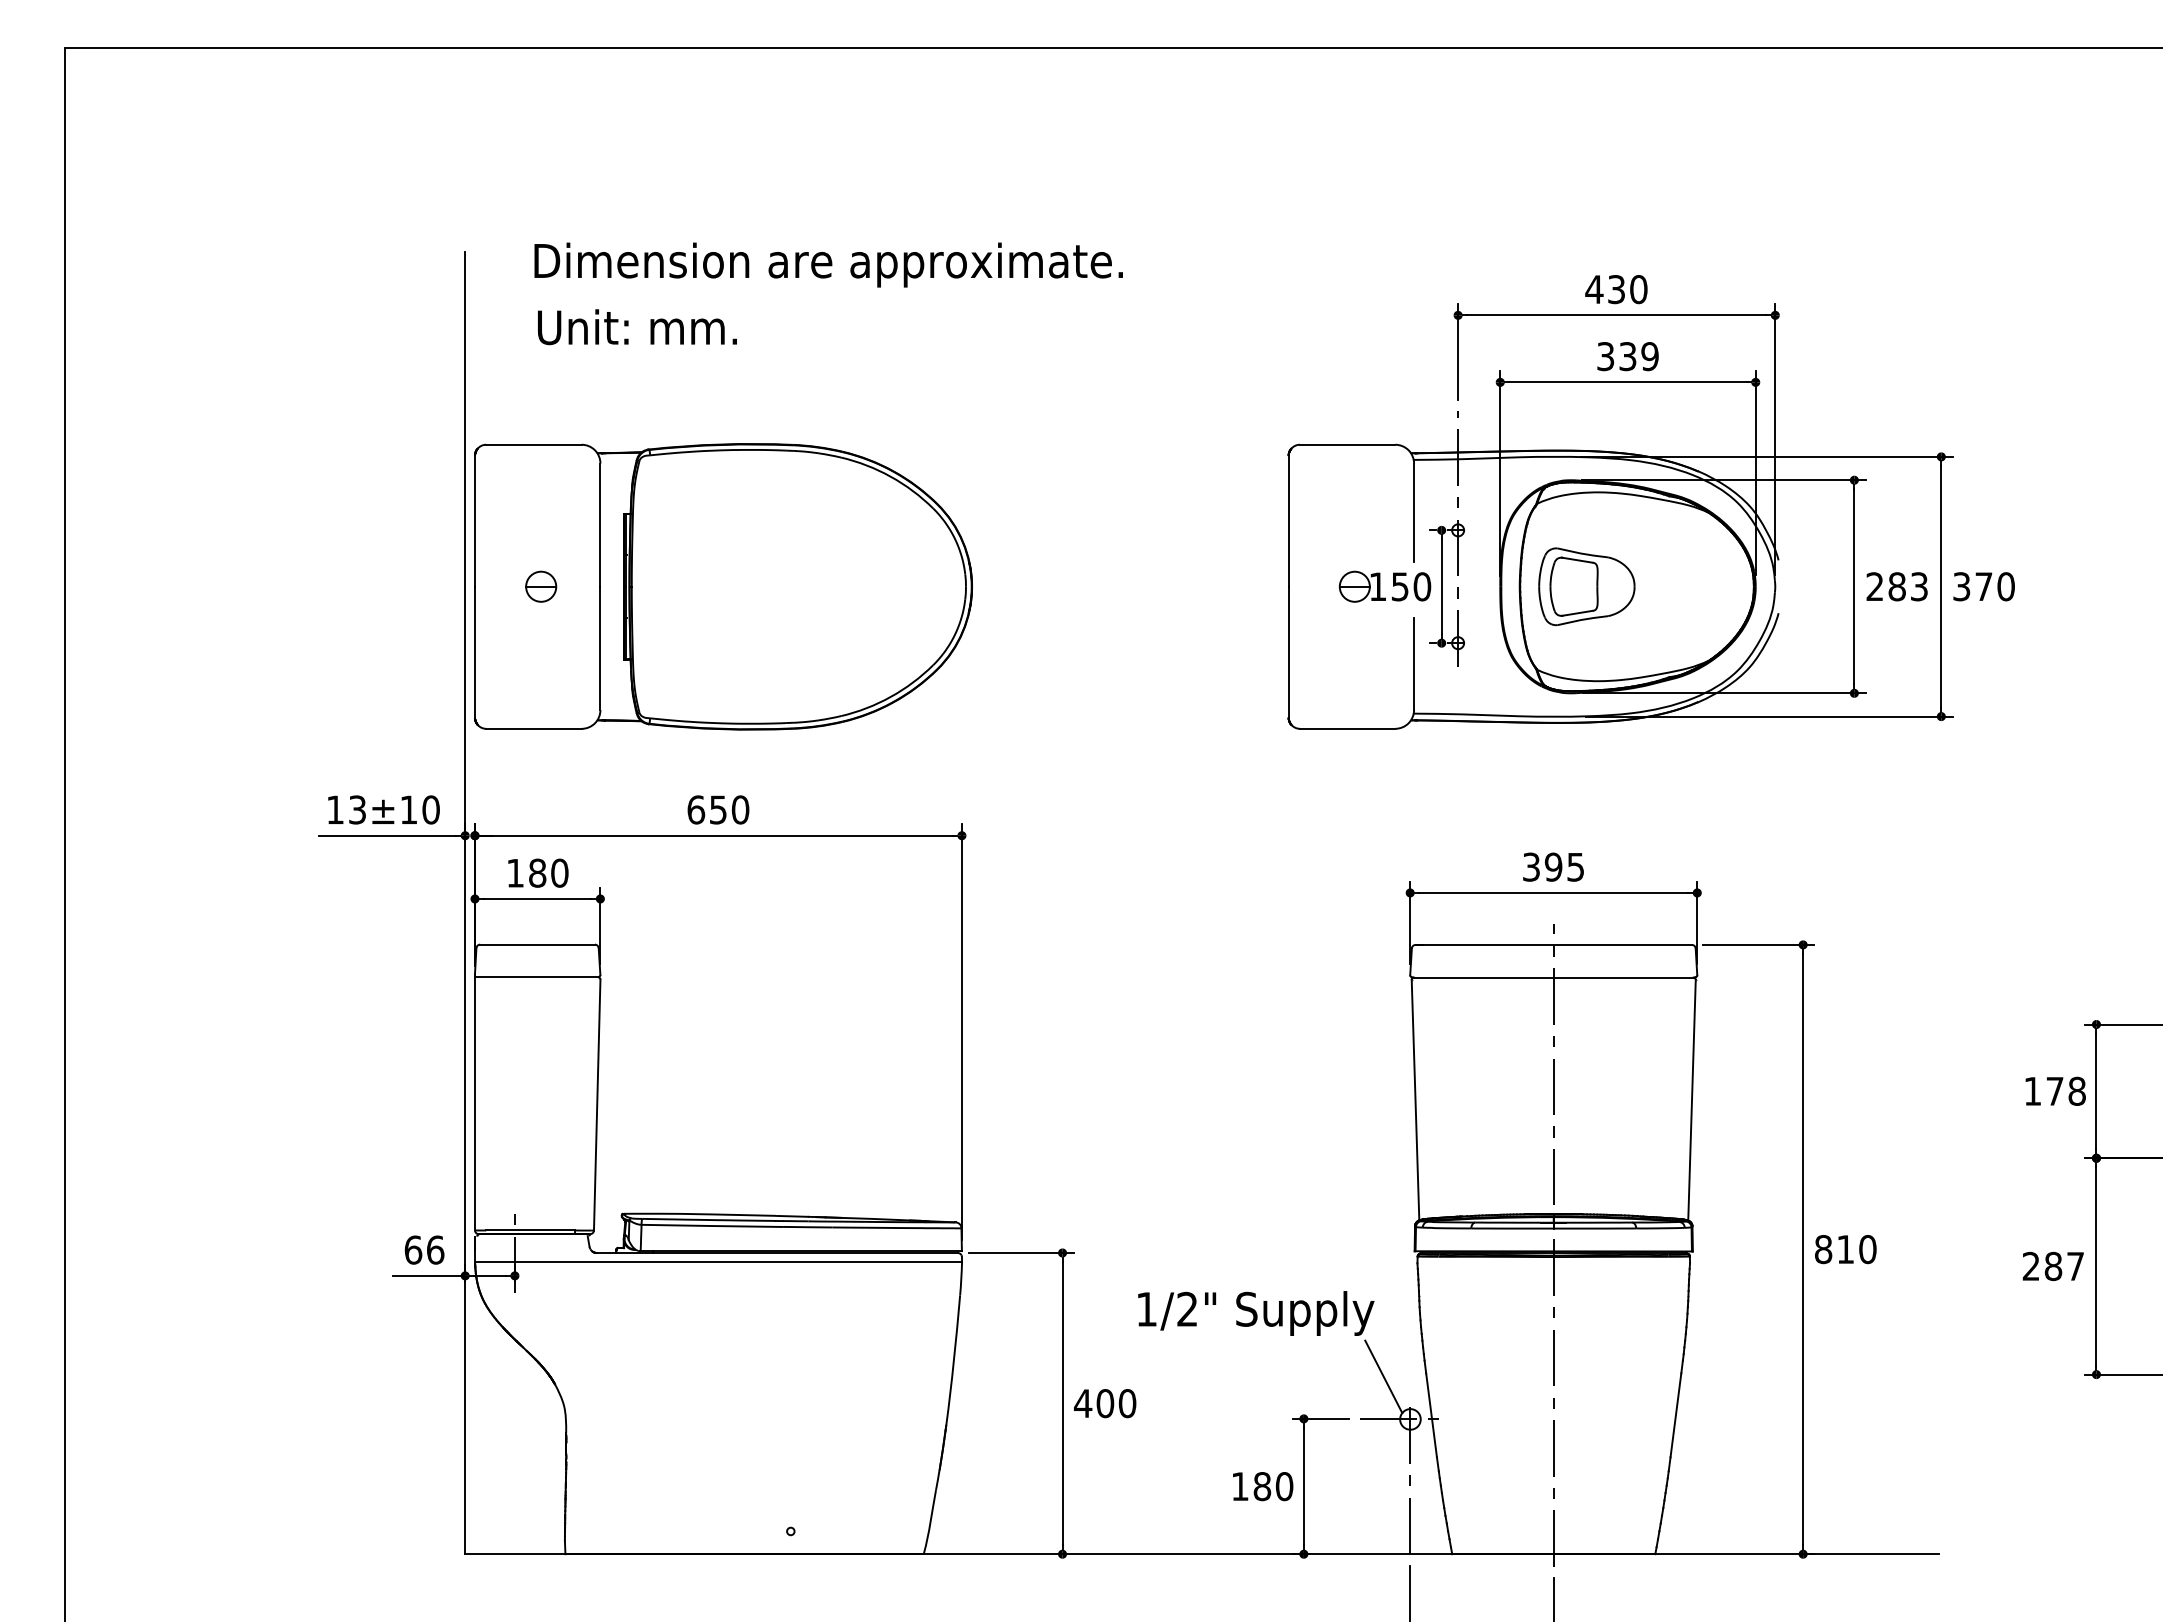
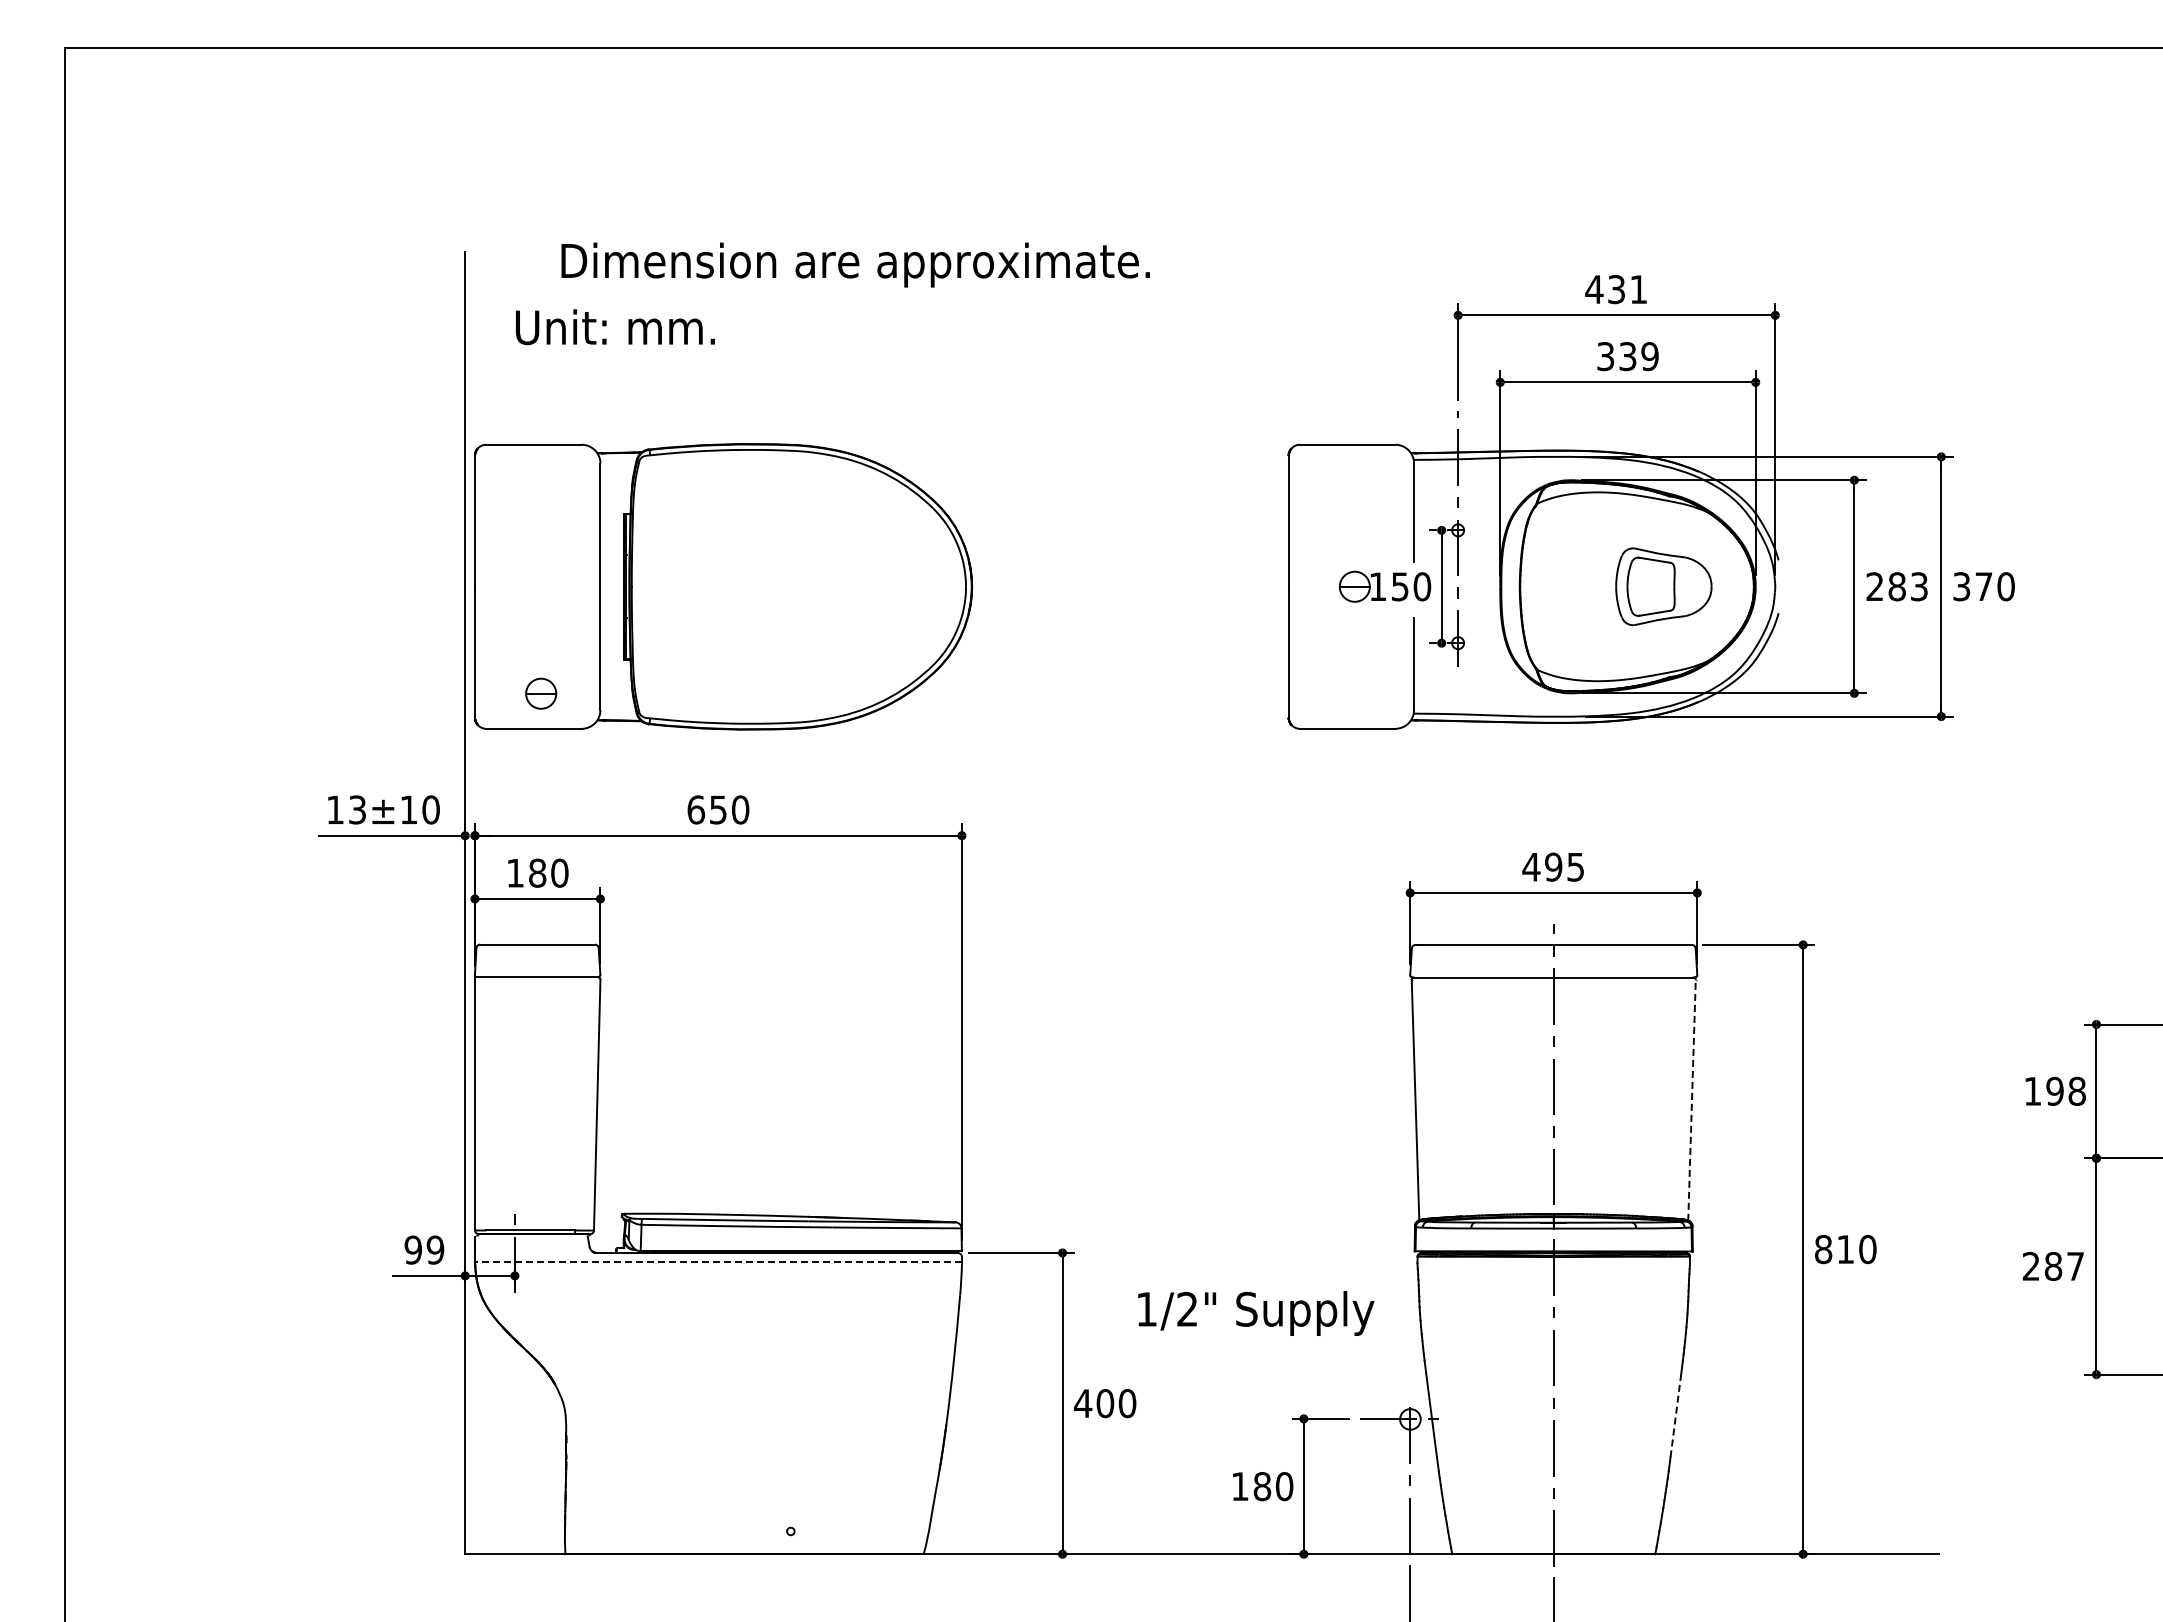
text at (828, 264) position: (828, 264) -> (855, 264)
text at (1638, 289): 430 -> 431
text at (637, 327) position: (637, 327) -> (615, 327)
part at (541, 586) position: (541, 586) -> (541, 693)
part at (1586, 586) position: (1586, 586) -> (1663, 586)
text at (1531, 866): 395 -> 495
text at (2054, 1090): 178 -> 198
line at (1692, 1100): solid -> dashed
text at (424, 1249): 66 -> 99
line at (718, 1262): solid -> dashed
line at (1383, 1376): present -> none
line at (1675, 1414): solid -> dashed
